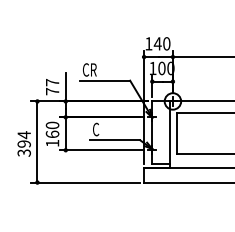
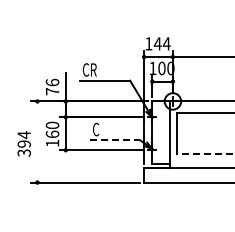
text at (166, 43): 140 -> 144
text at (52, 82): 77 -> 76
line at (115, 140): solid -> dashed
line at (37, 141): present -> none
line at (205, 154): solid -> dashed
